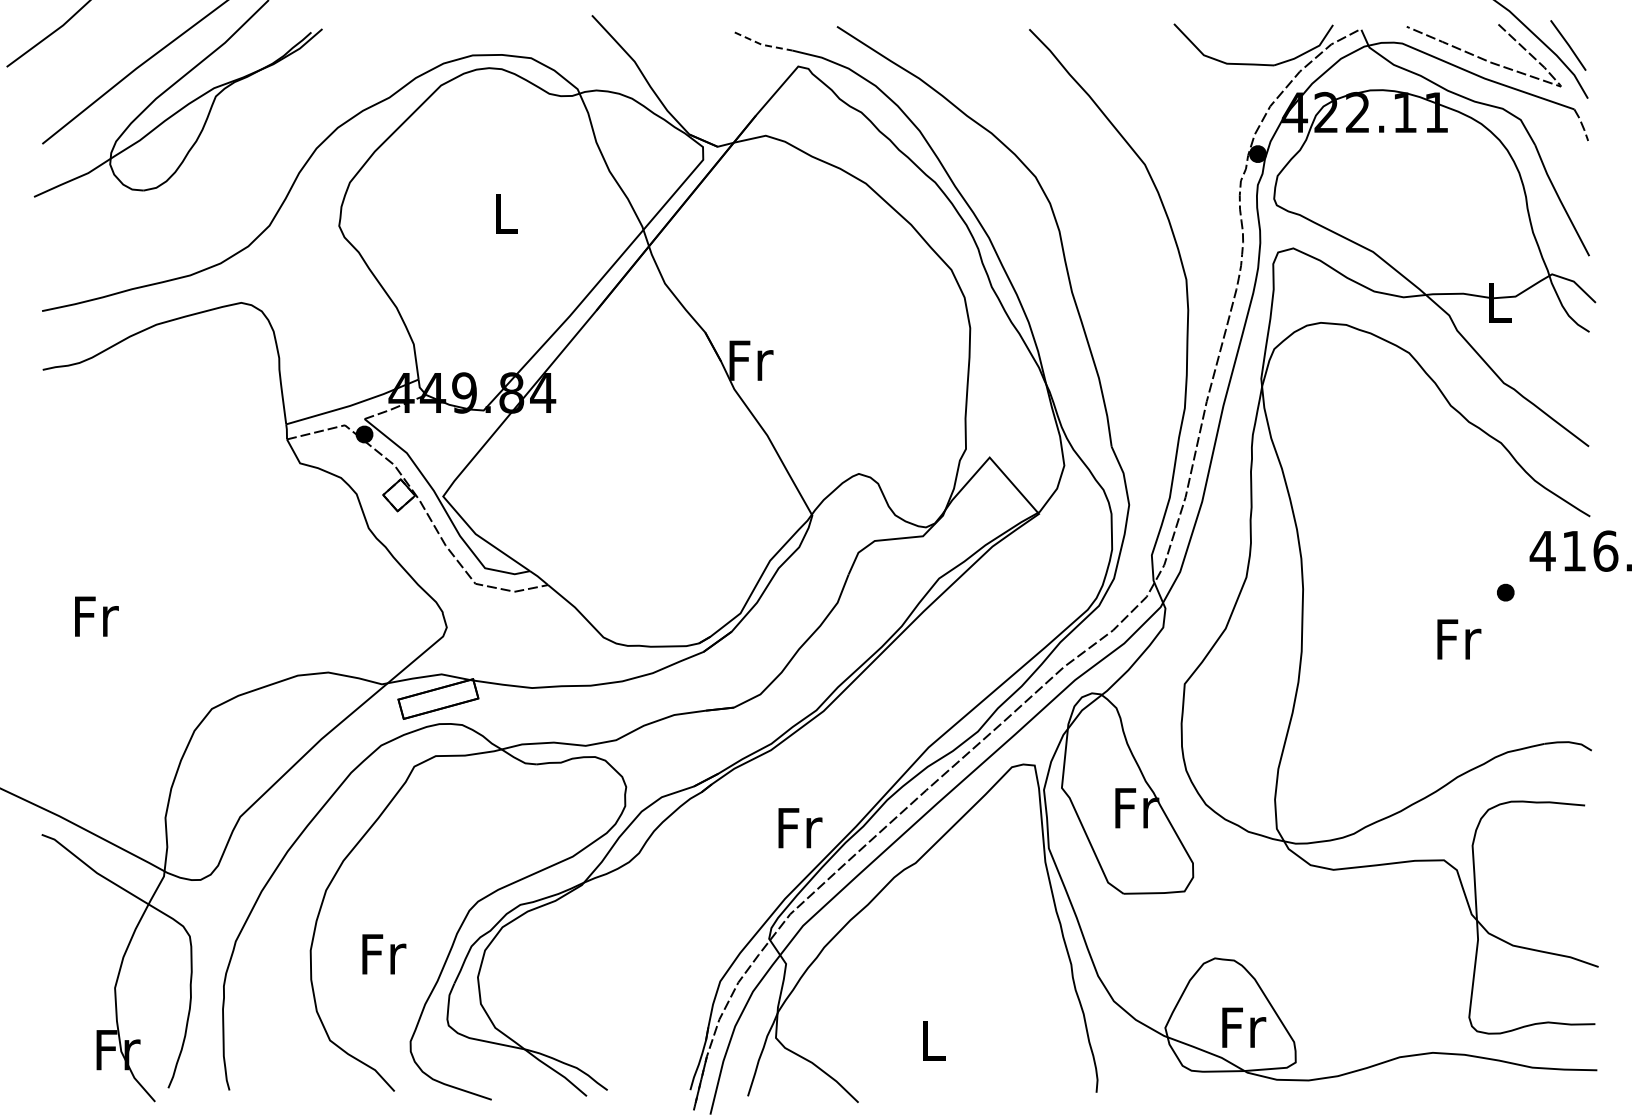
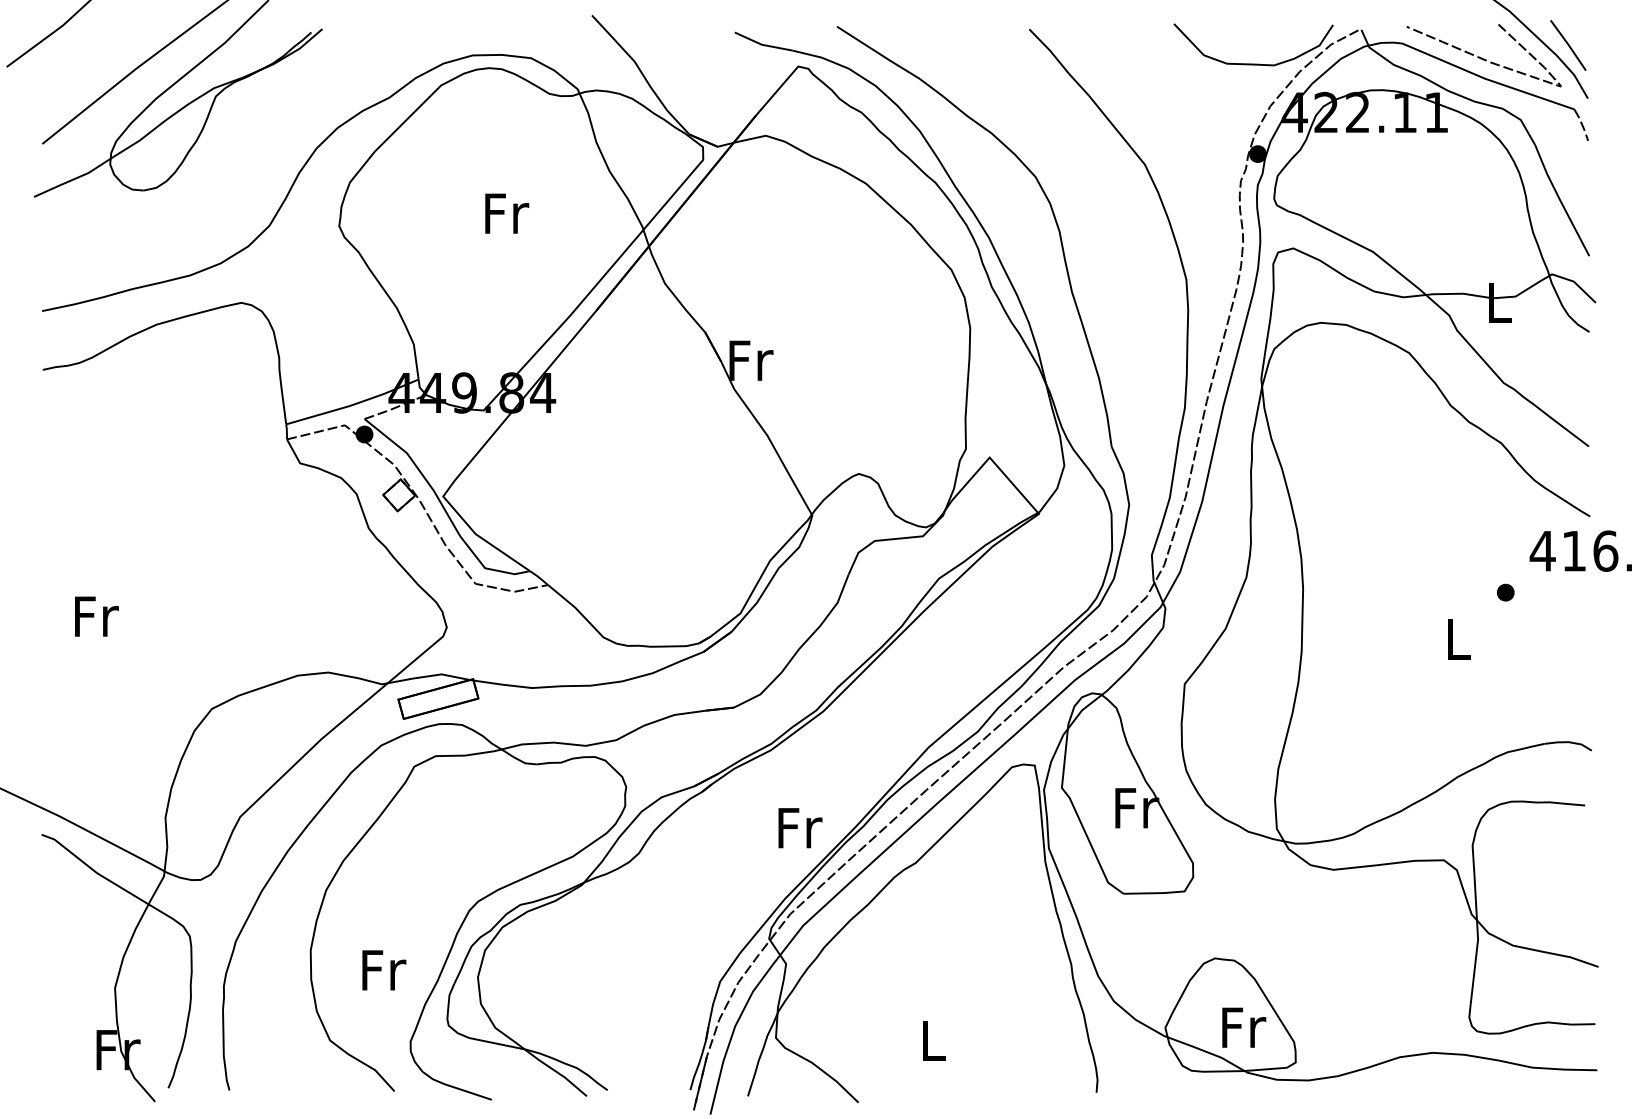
line at (762, 44): dashed -> solid
text at (507, 213): L -> Fr
text at (1459, 639): Fr -> L
text at (384, 954) position: (384, 954) -> (384, 970)
